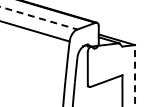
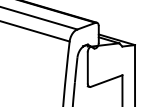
line at (39, 18): dashed -> solid
line at (135, 76): dashed -> solid
